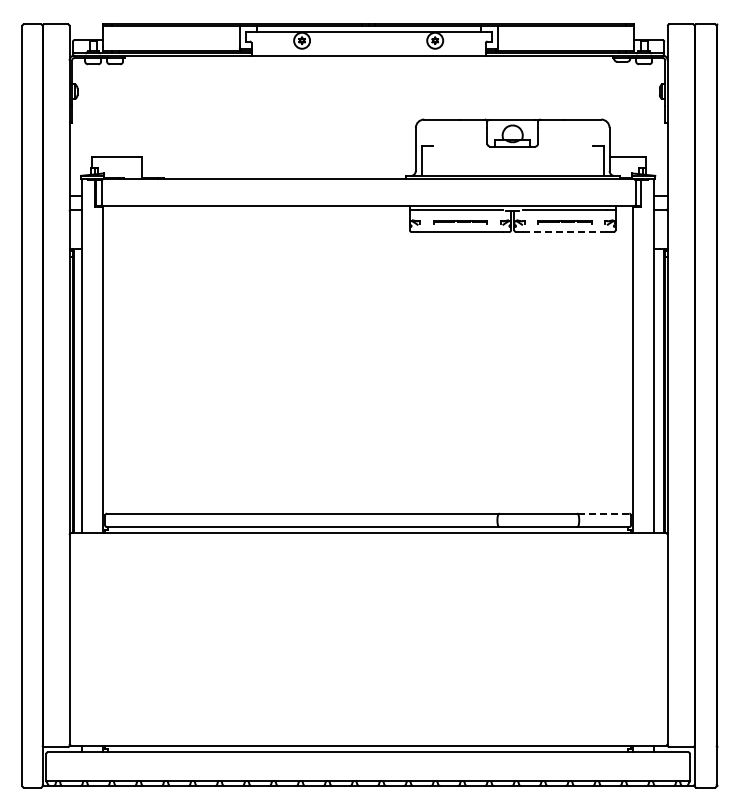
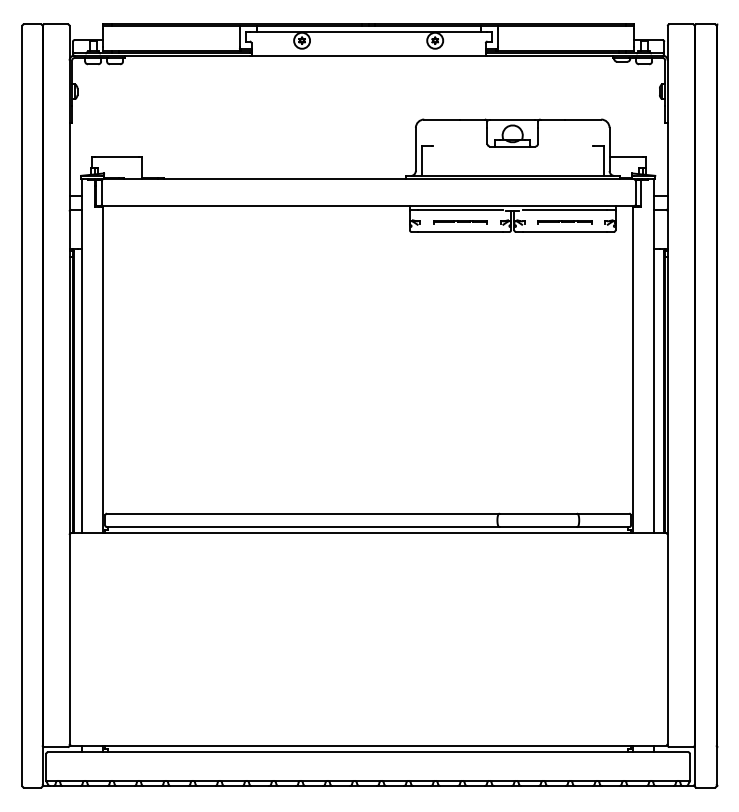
line at (564, 232): dashed -> solid
line at (602, 513): dashed -> solid
